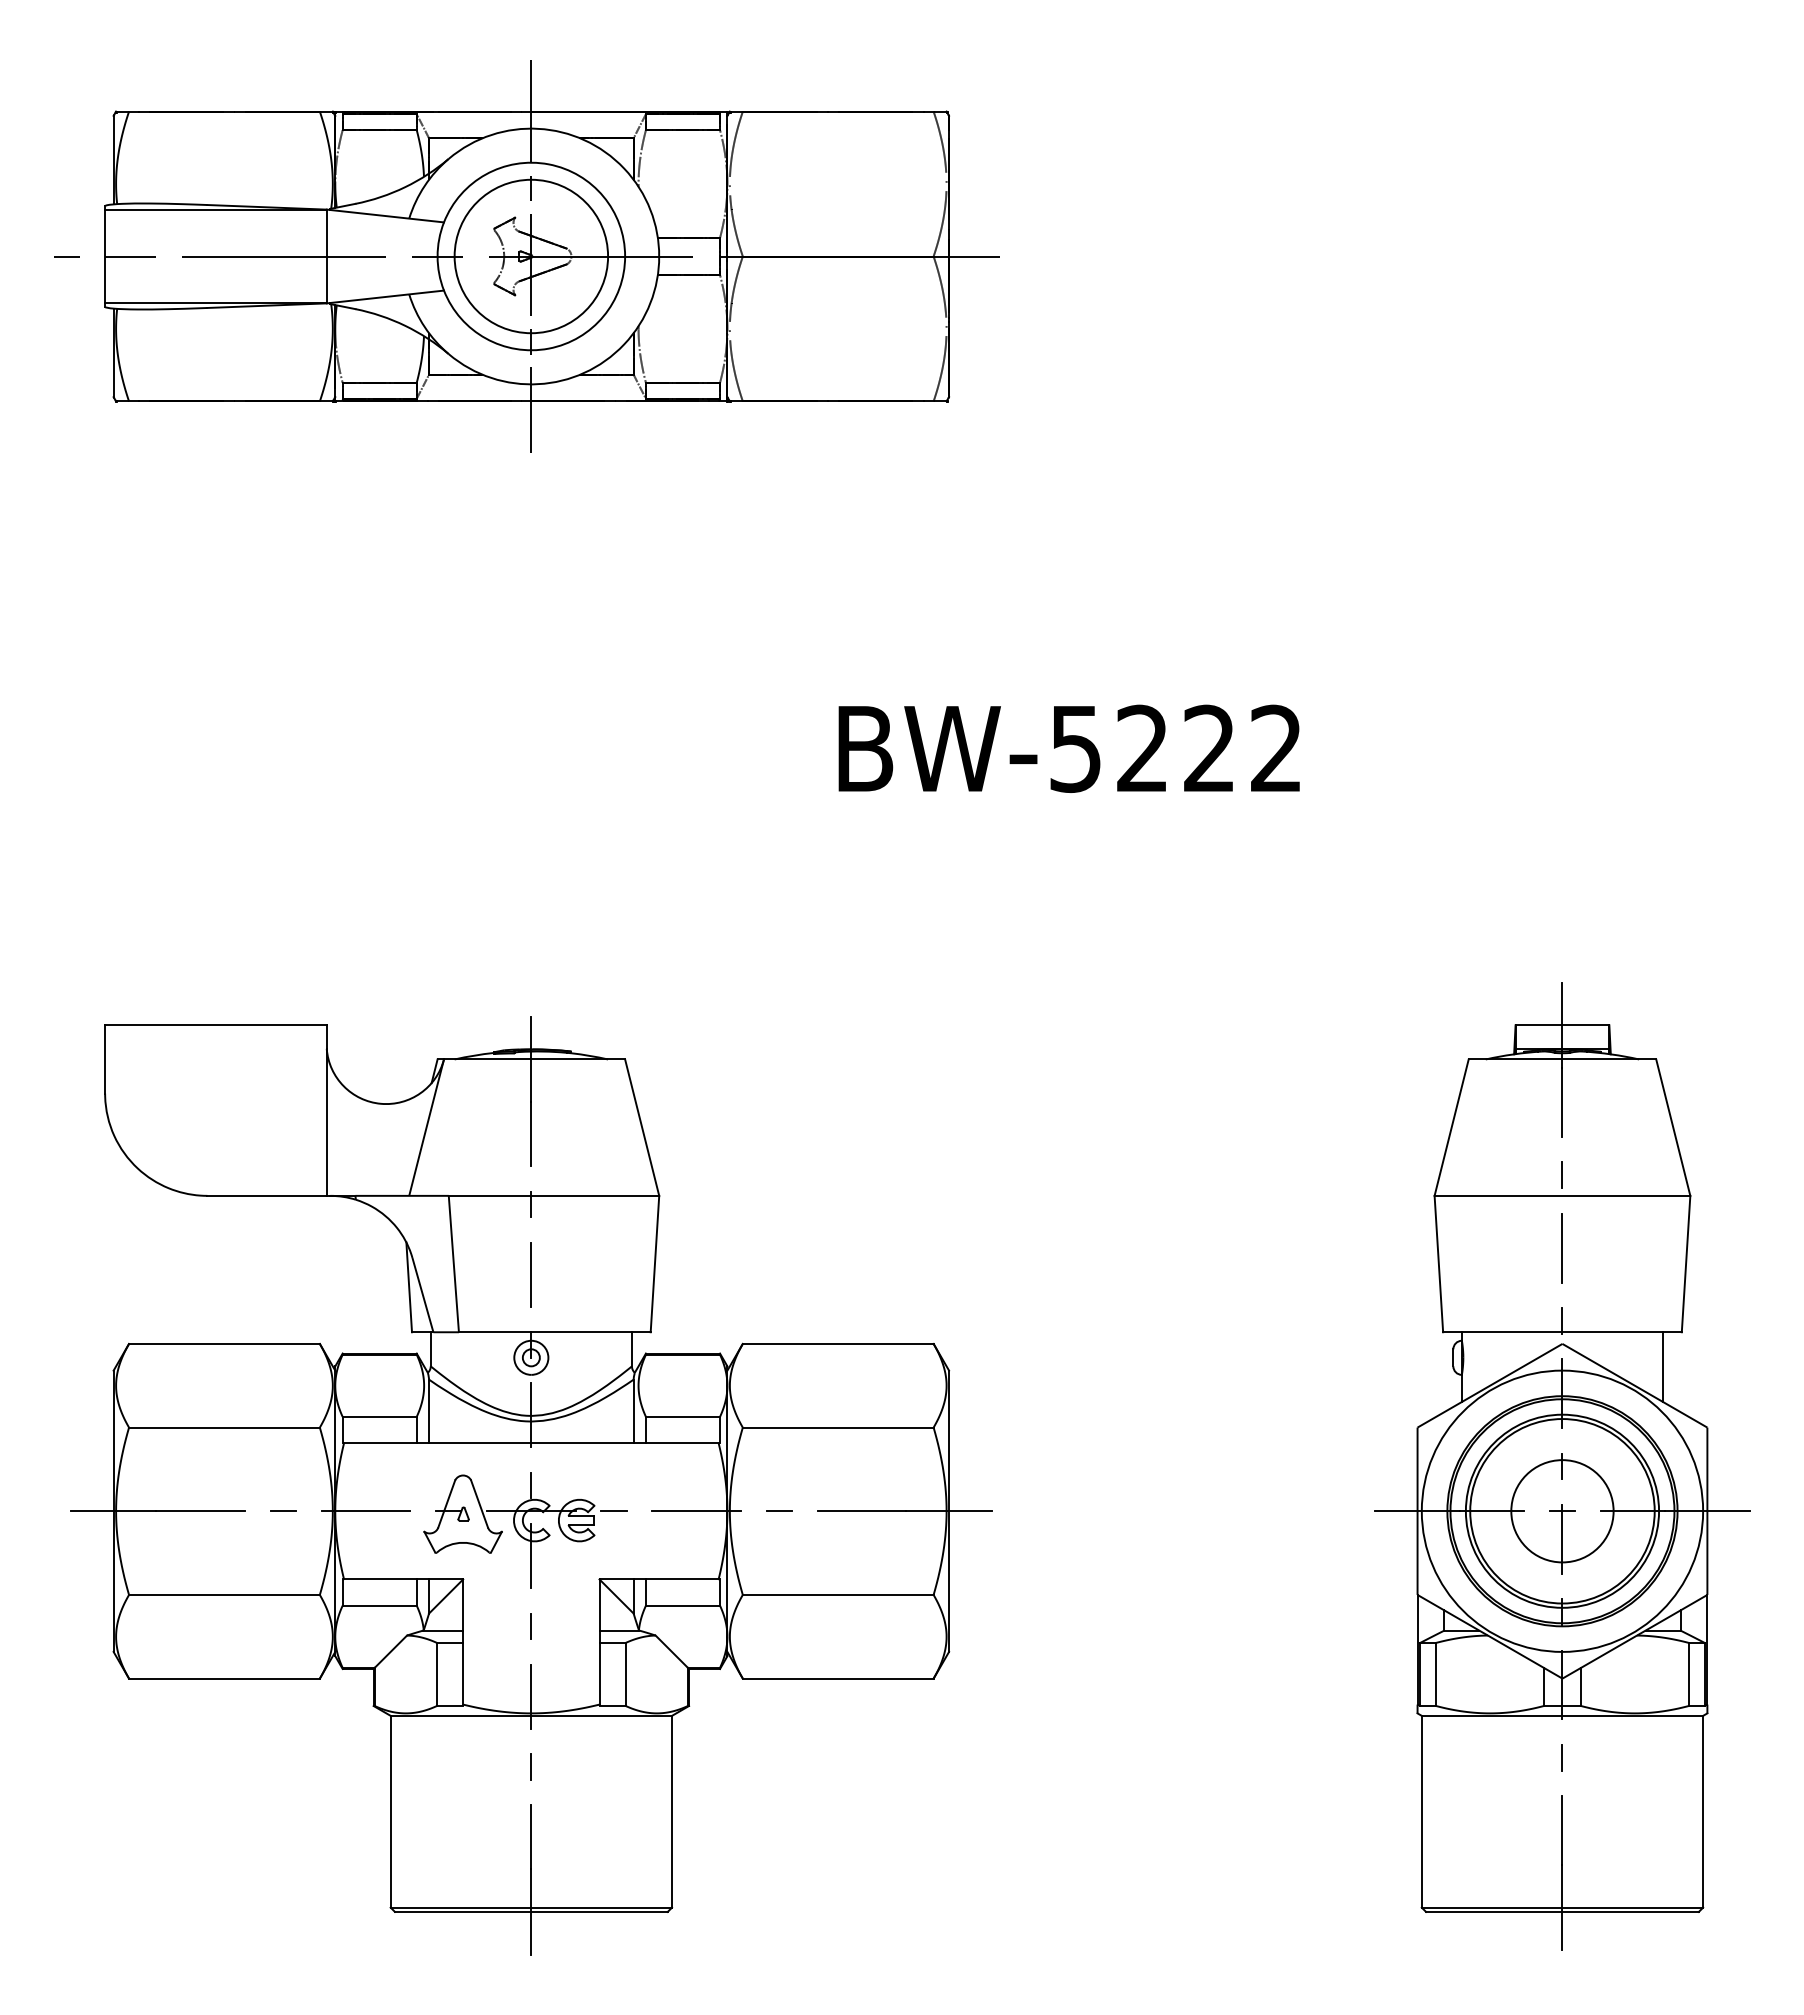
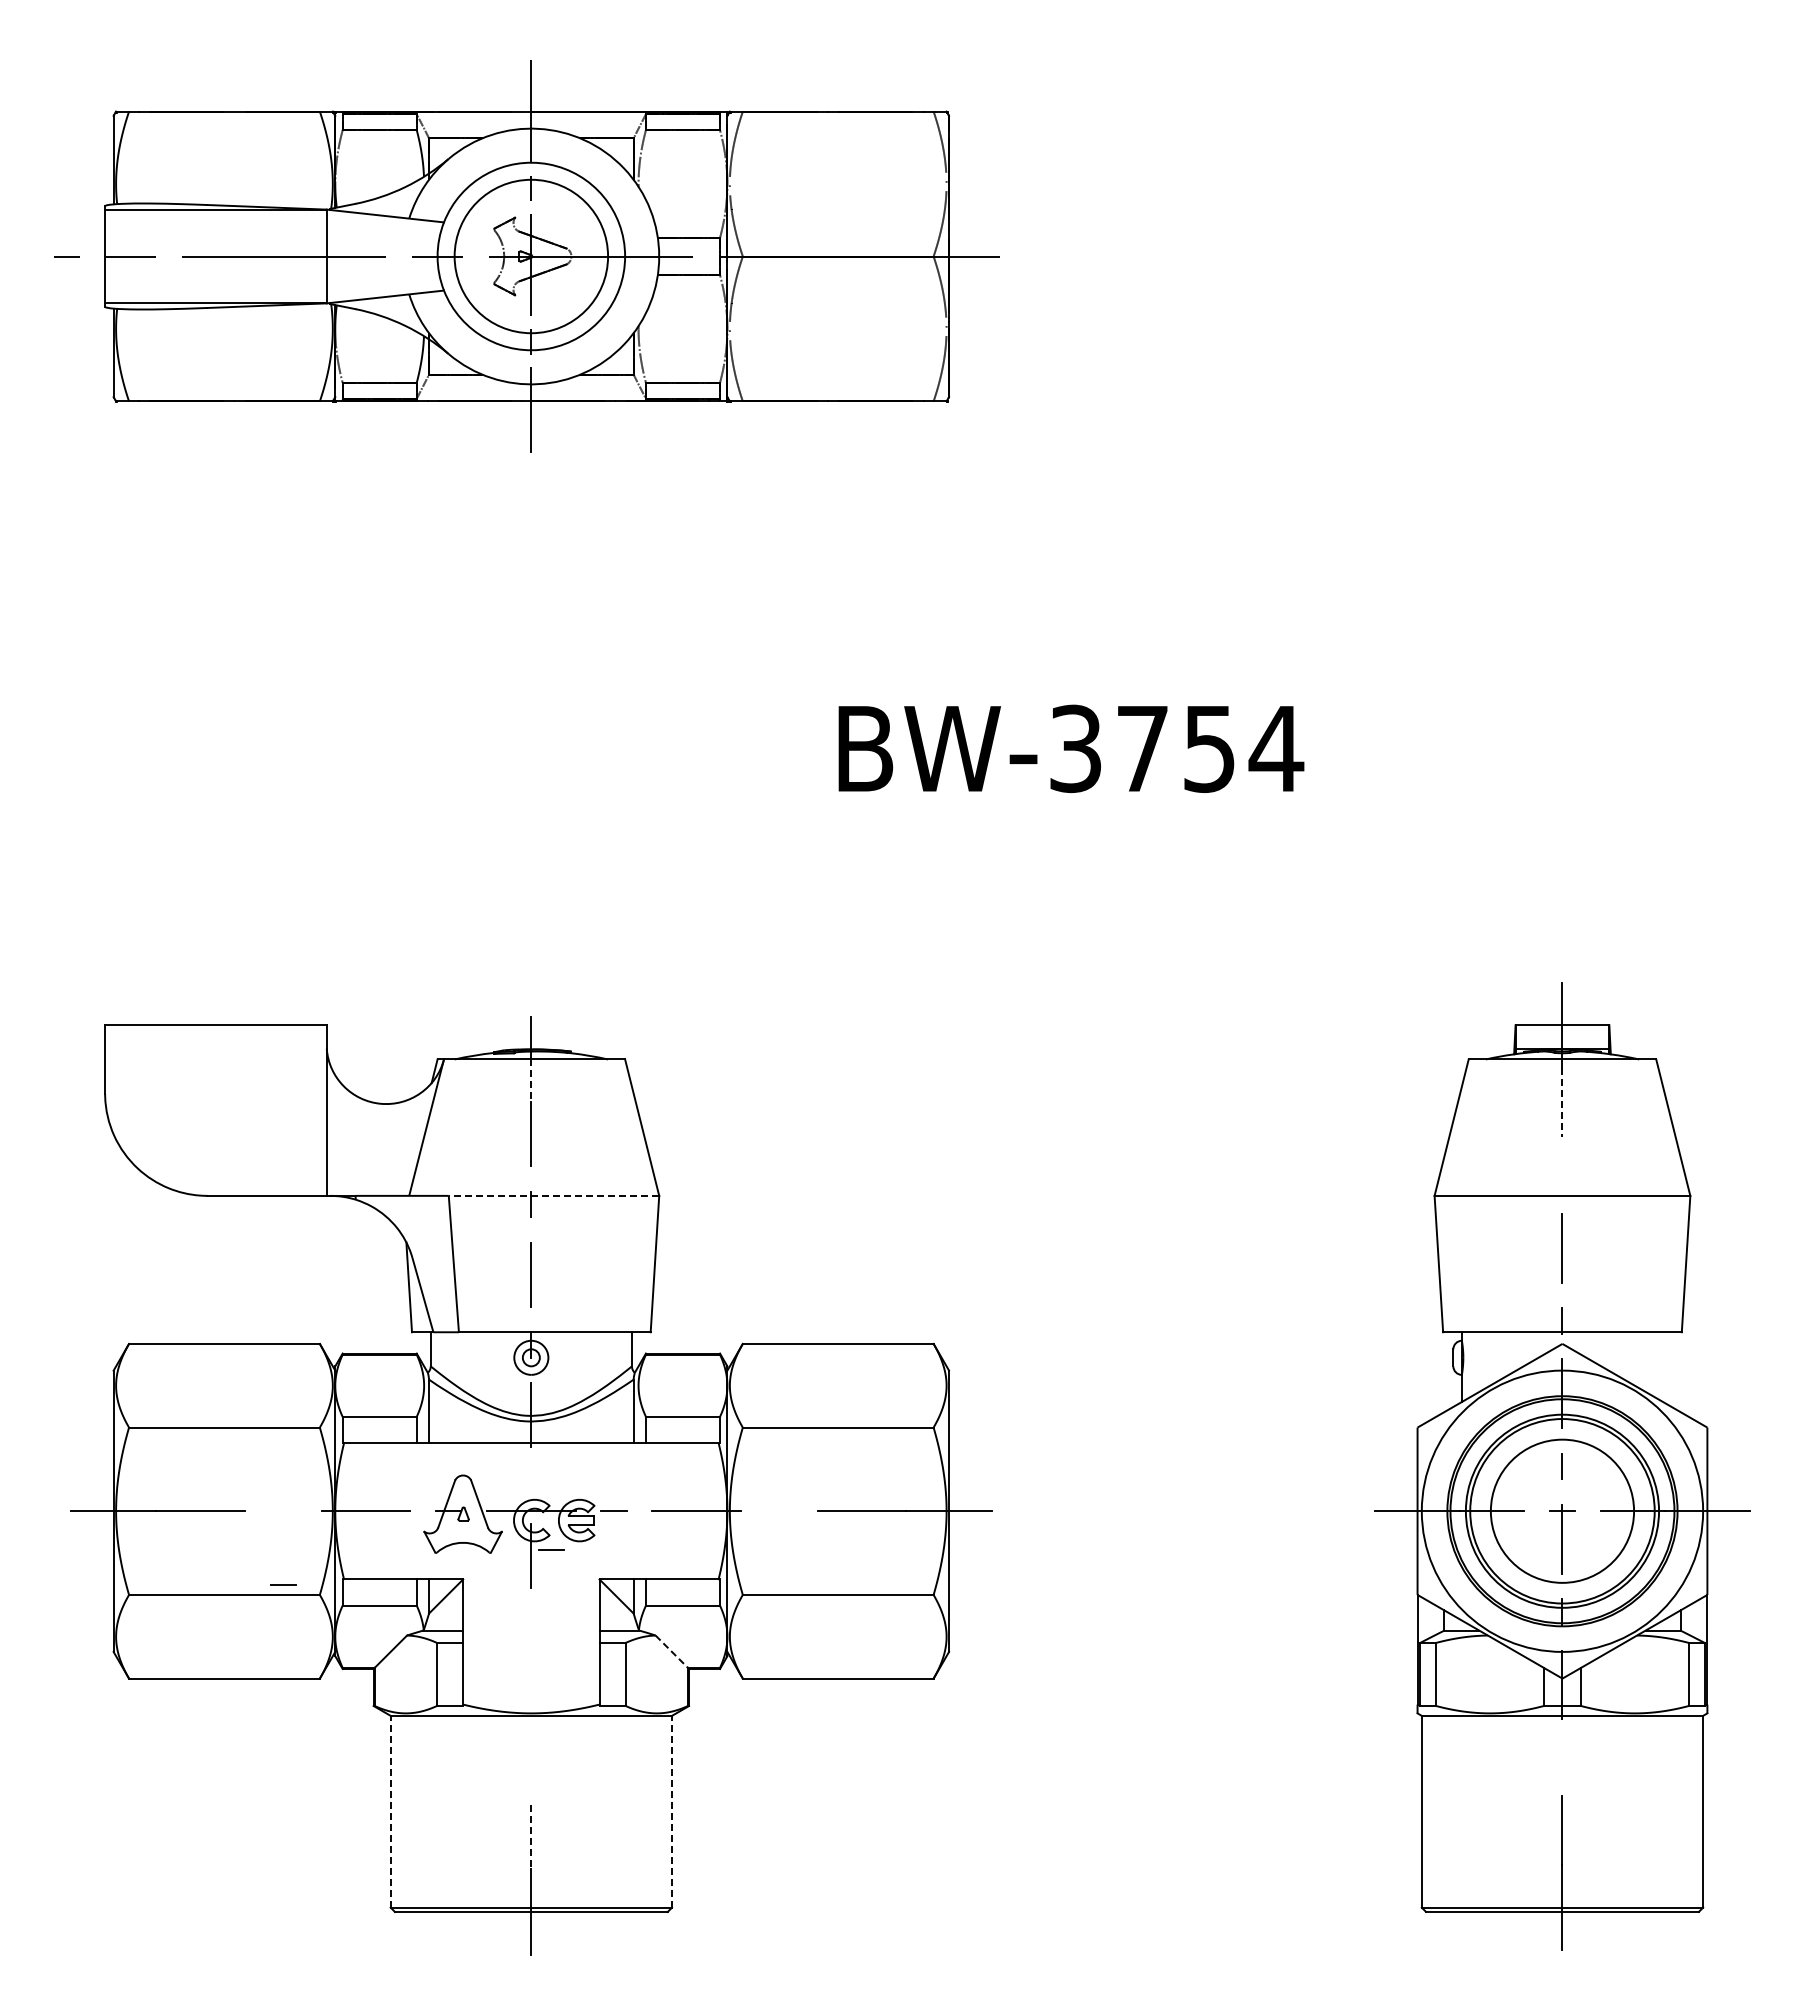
text at (1177, 748): BW-5222 -> BW-3754
line at (531, 1081): solid -> dashed
line at (1562, 1102): solid -> dashed
line at (1562, 1175): present -> none
line at (553, 1195): solid -> dashed
line at (1663, 1367): present -> none
line at (531, 1485): present -> none
line at (283, 1510) position: (283, 1510) -> (283, 1584)
line at (779, 1510) position: (779, 1510) -> (551, 1549)
circle at (1562, 1511) diameter: 102 px -> 143 px
line at (531, 1626): present -> none
line at (671, 1651): solid -> dashed
line at (531, 1696): present -> none
line at (1562, 1757): present -> none
line at (531, 1766): present -> none
line at (390, 1811): solid -> dashed
line at (672, 1811): solid -> dashed
line at (531, 1837): solid -> dashed
